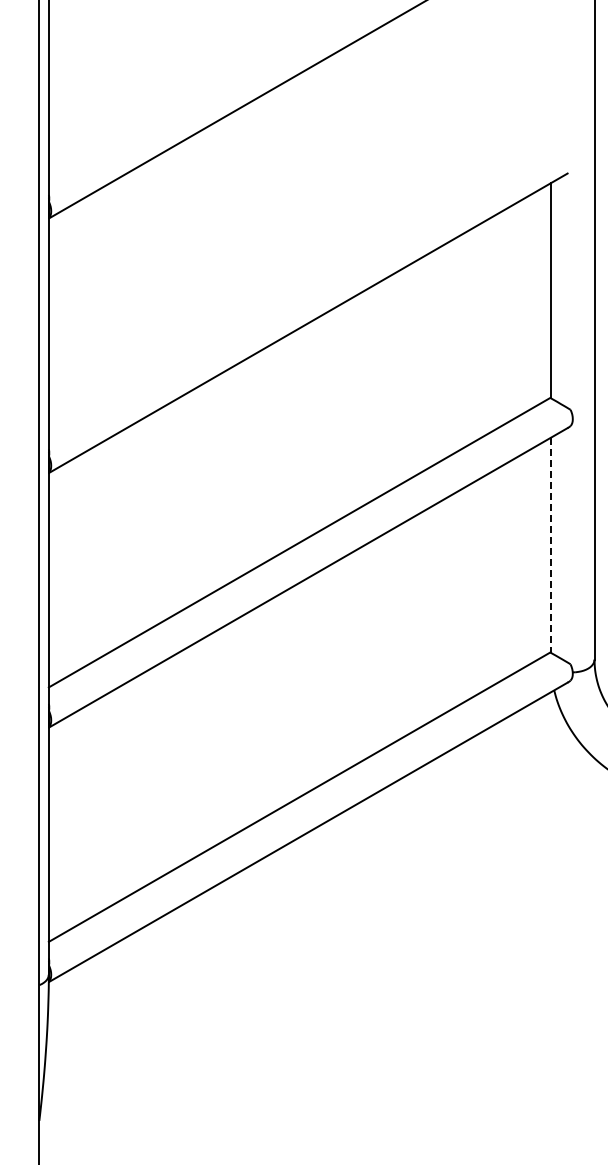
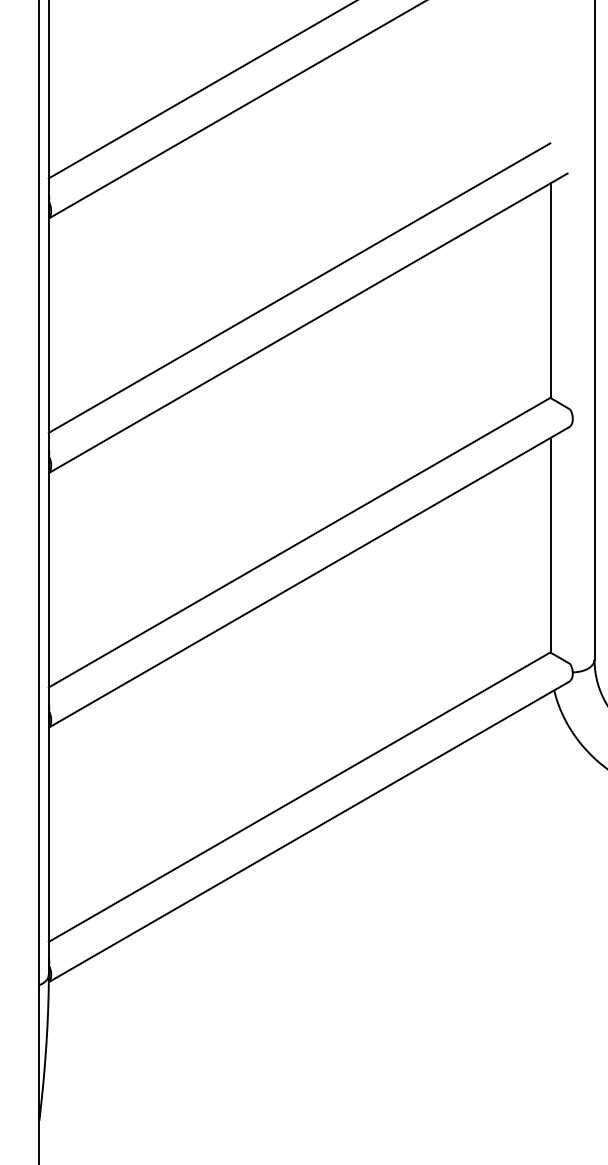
line at (201, 90): none -> present
line at (299, 287): none -> present
line at (550, 545): dashed -> solid
